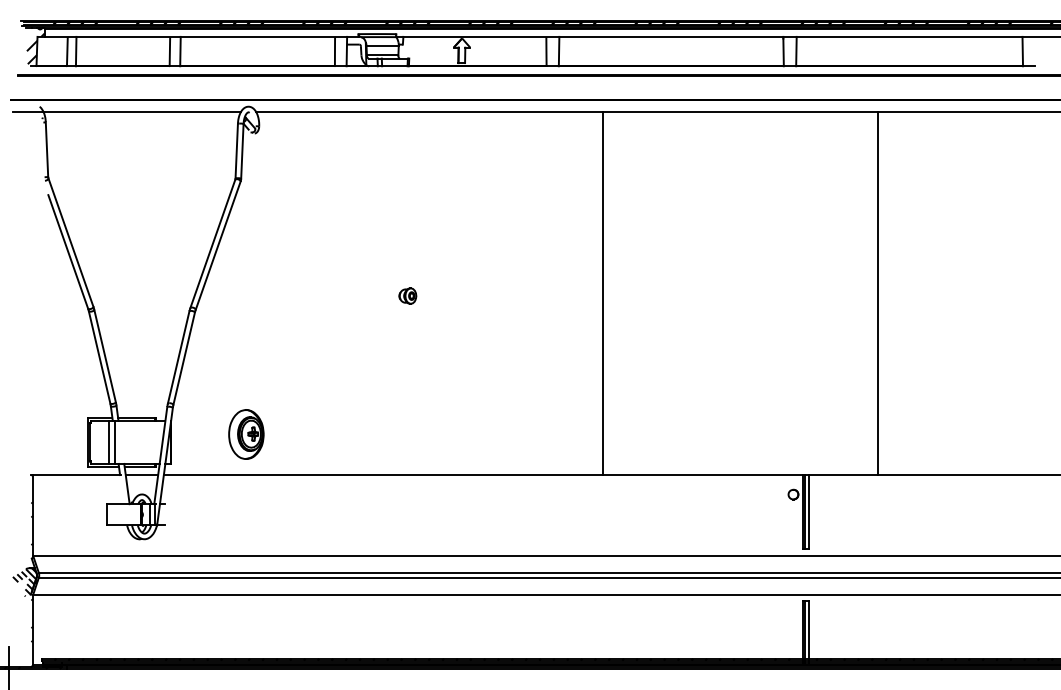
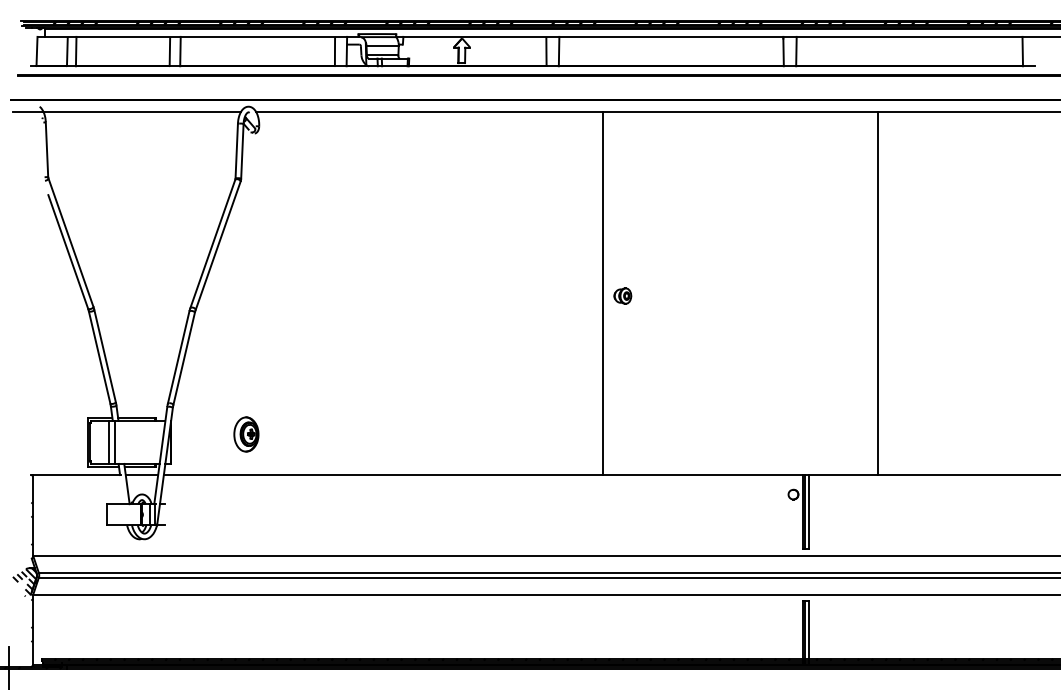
hatch at (35, 48): present -> none
part at (407, 295) position: (407, 295) -> (622, 295)
part at (246, 434) size: 37x51 px -> 27x37 px
